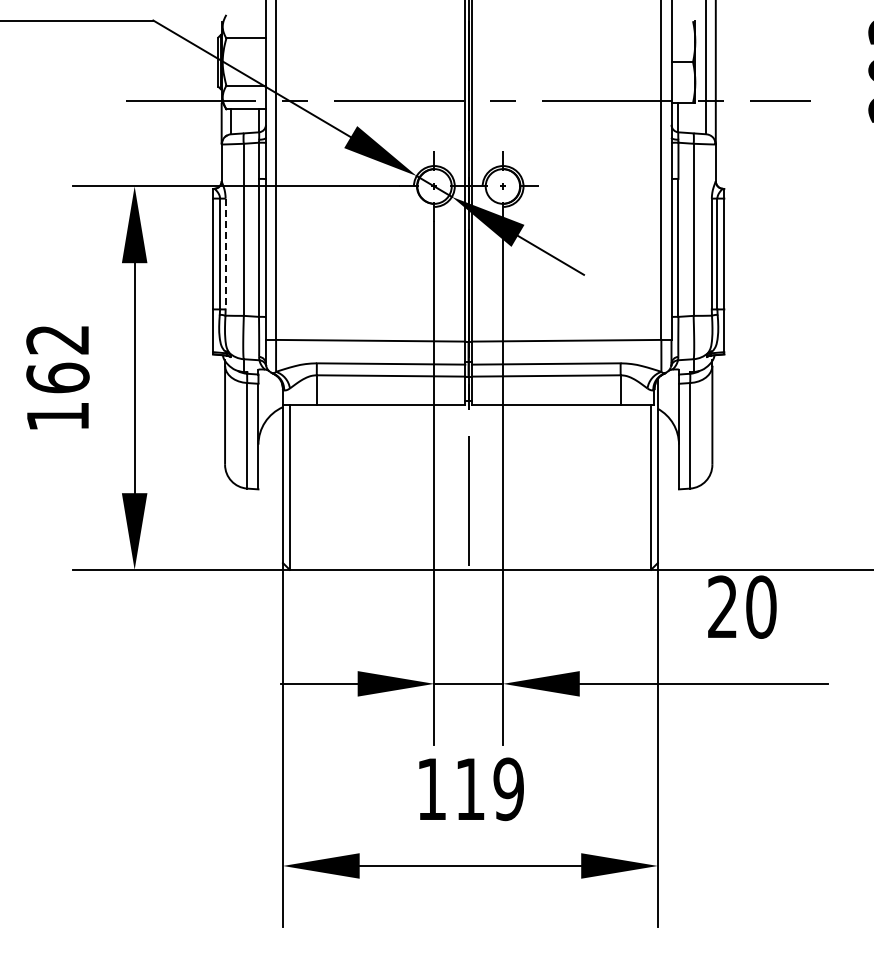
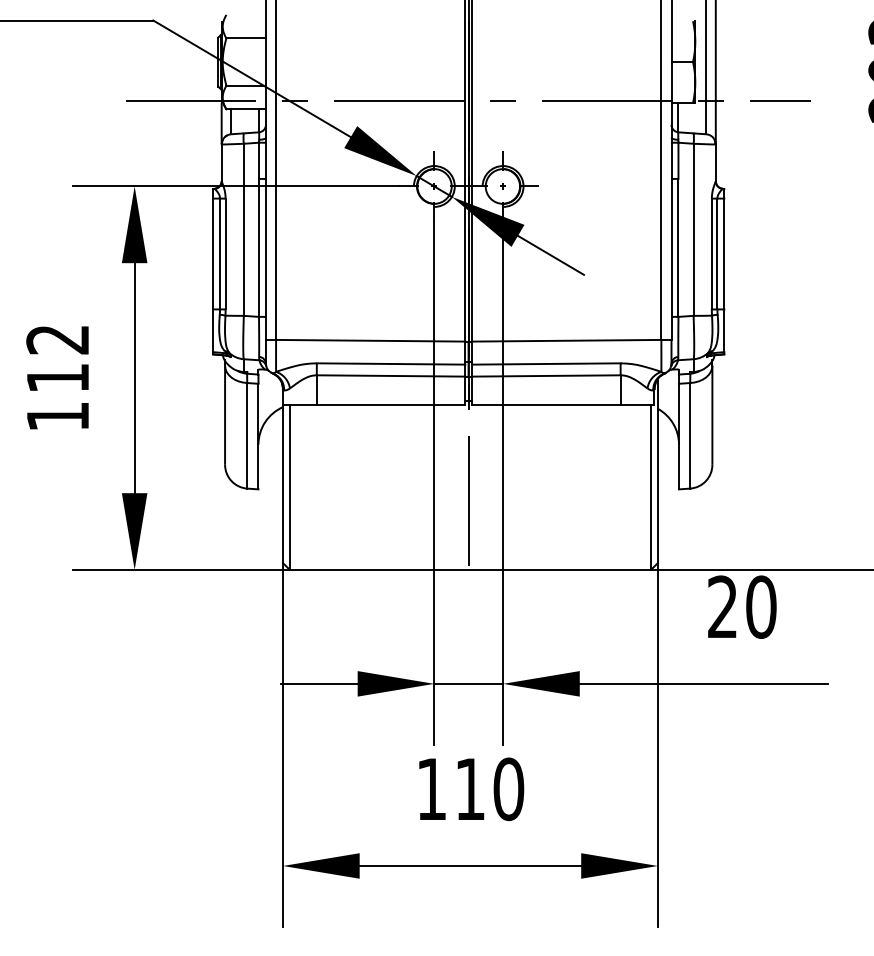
line at (225, 254): dashed -> solid
text at (57, 377): 162 -> 112
text at (508, 789): 119 -> 110
